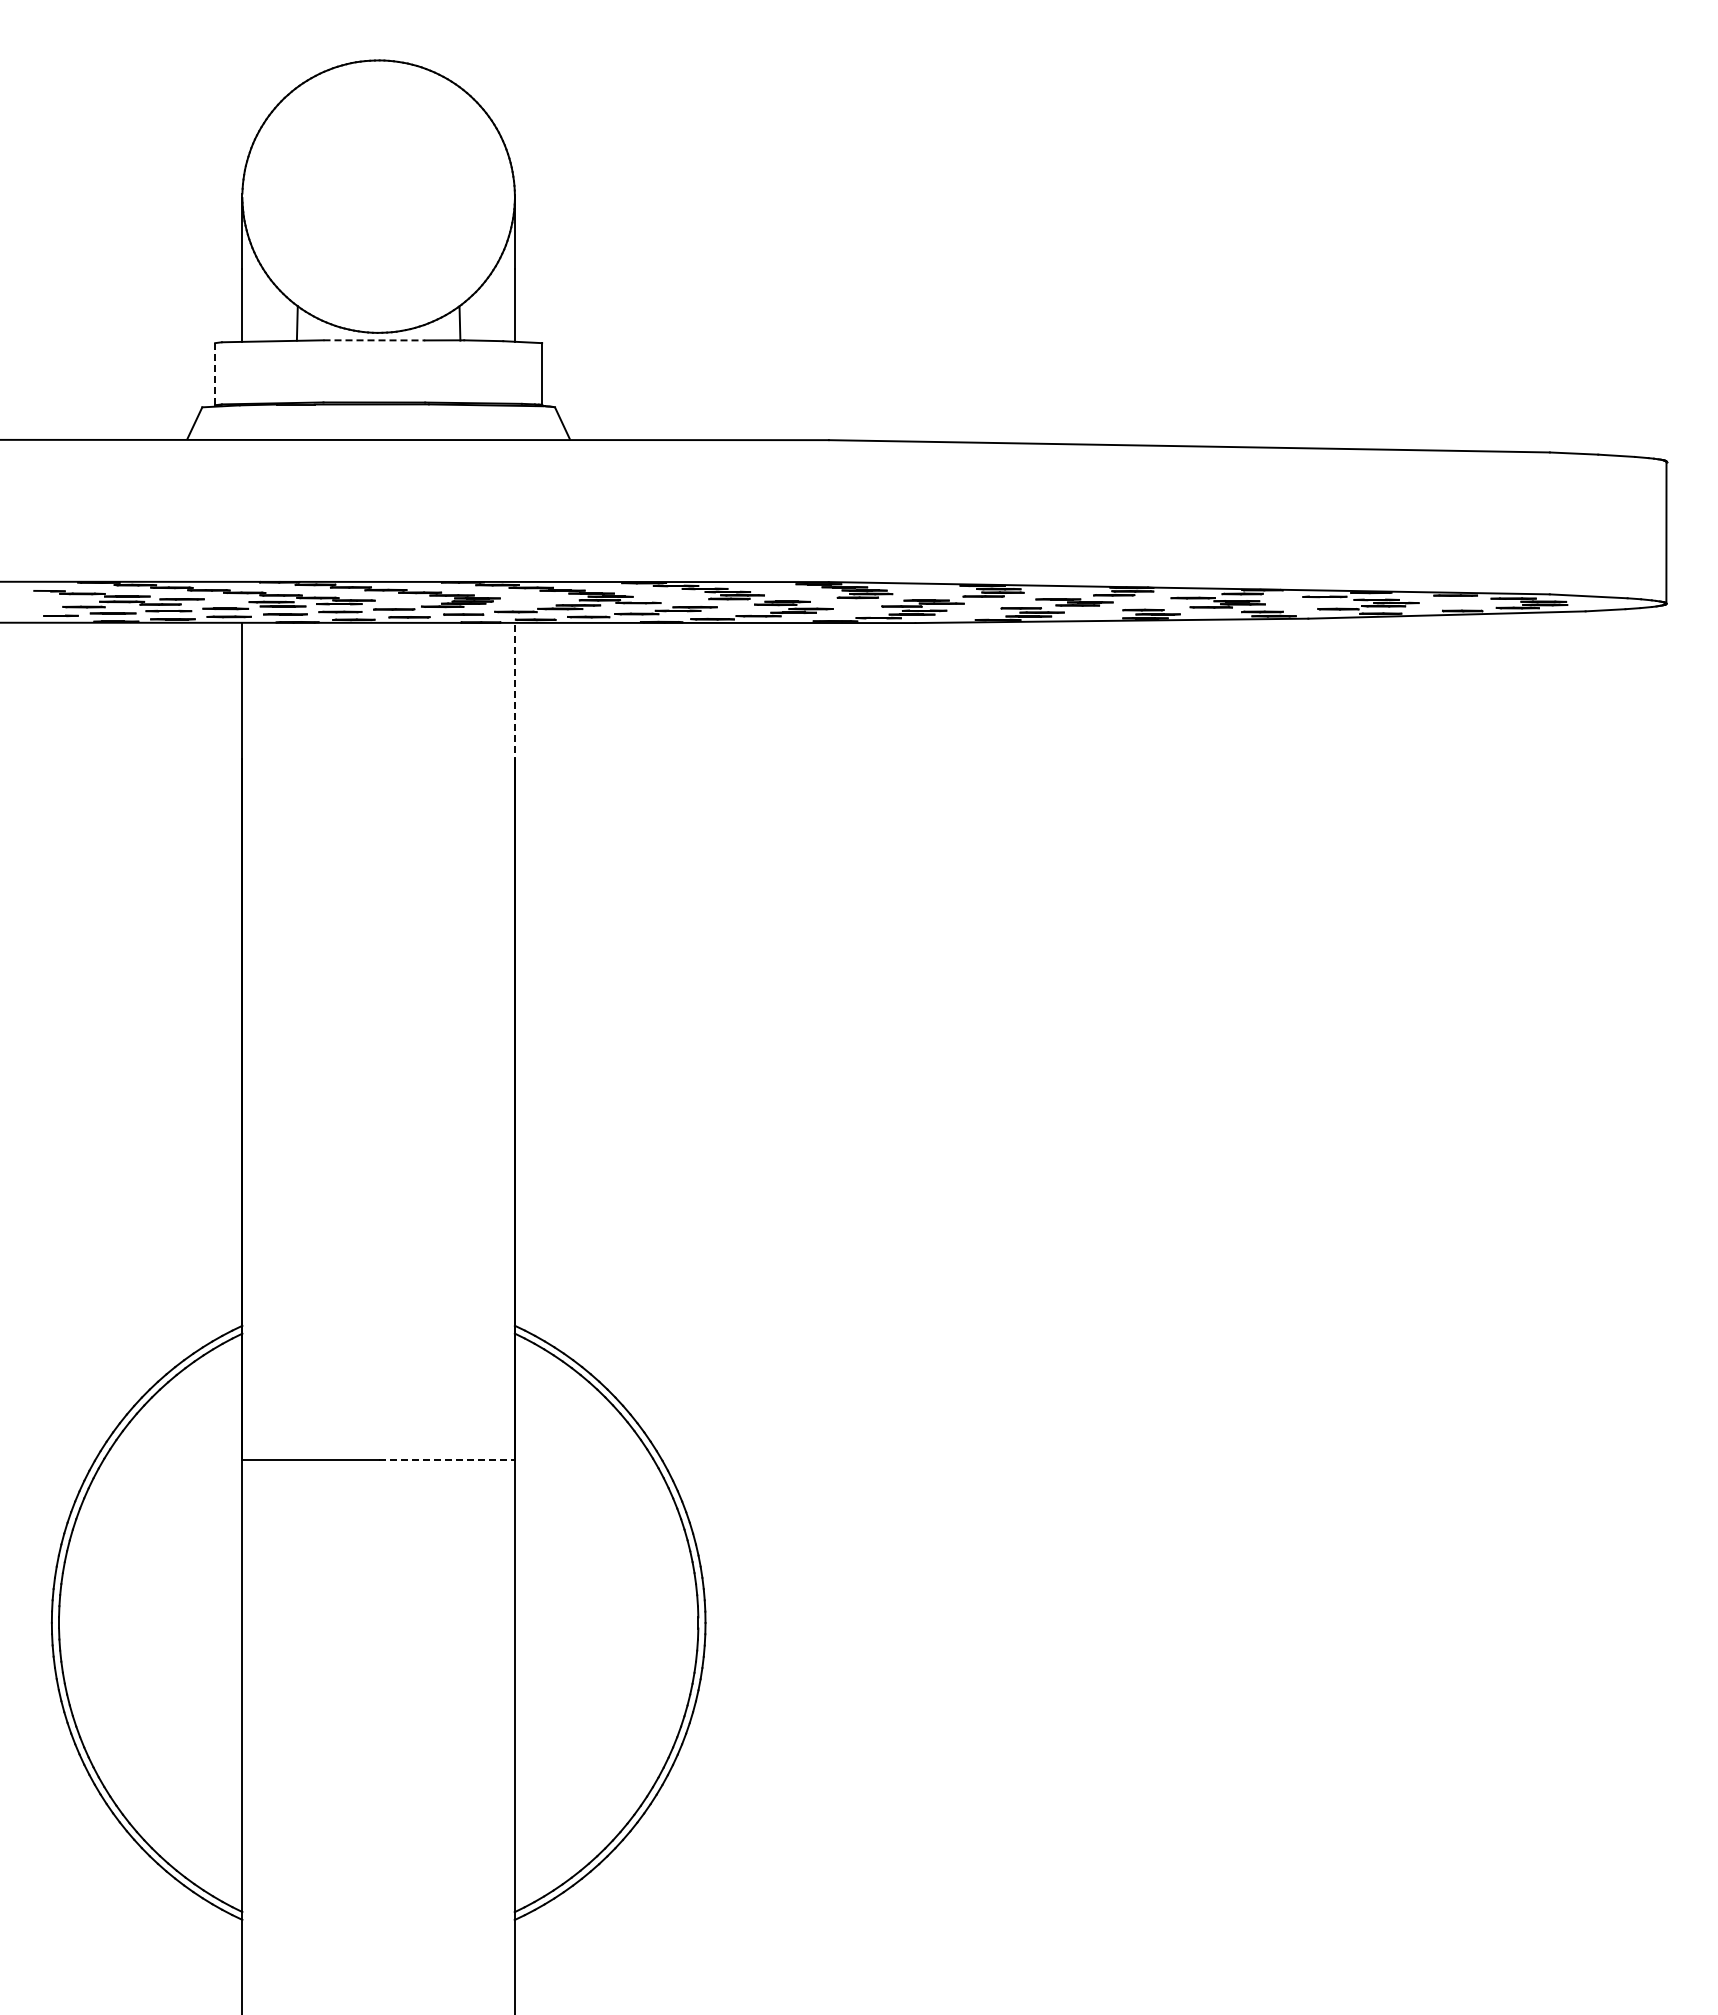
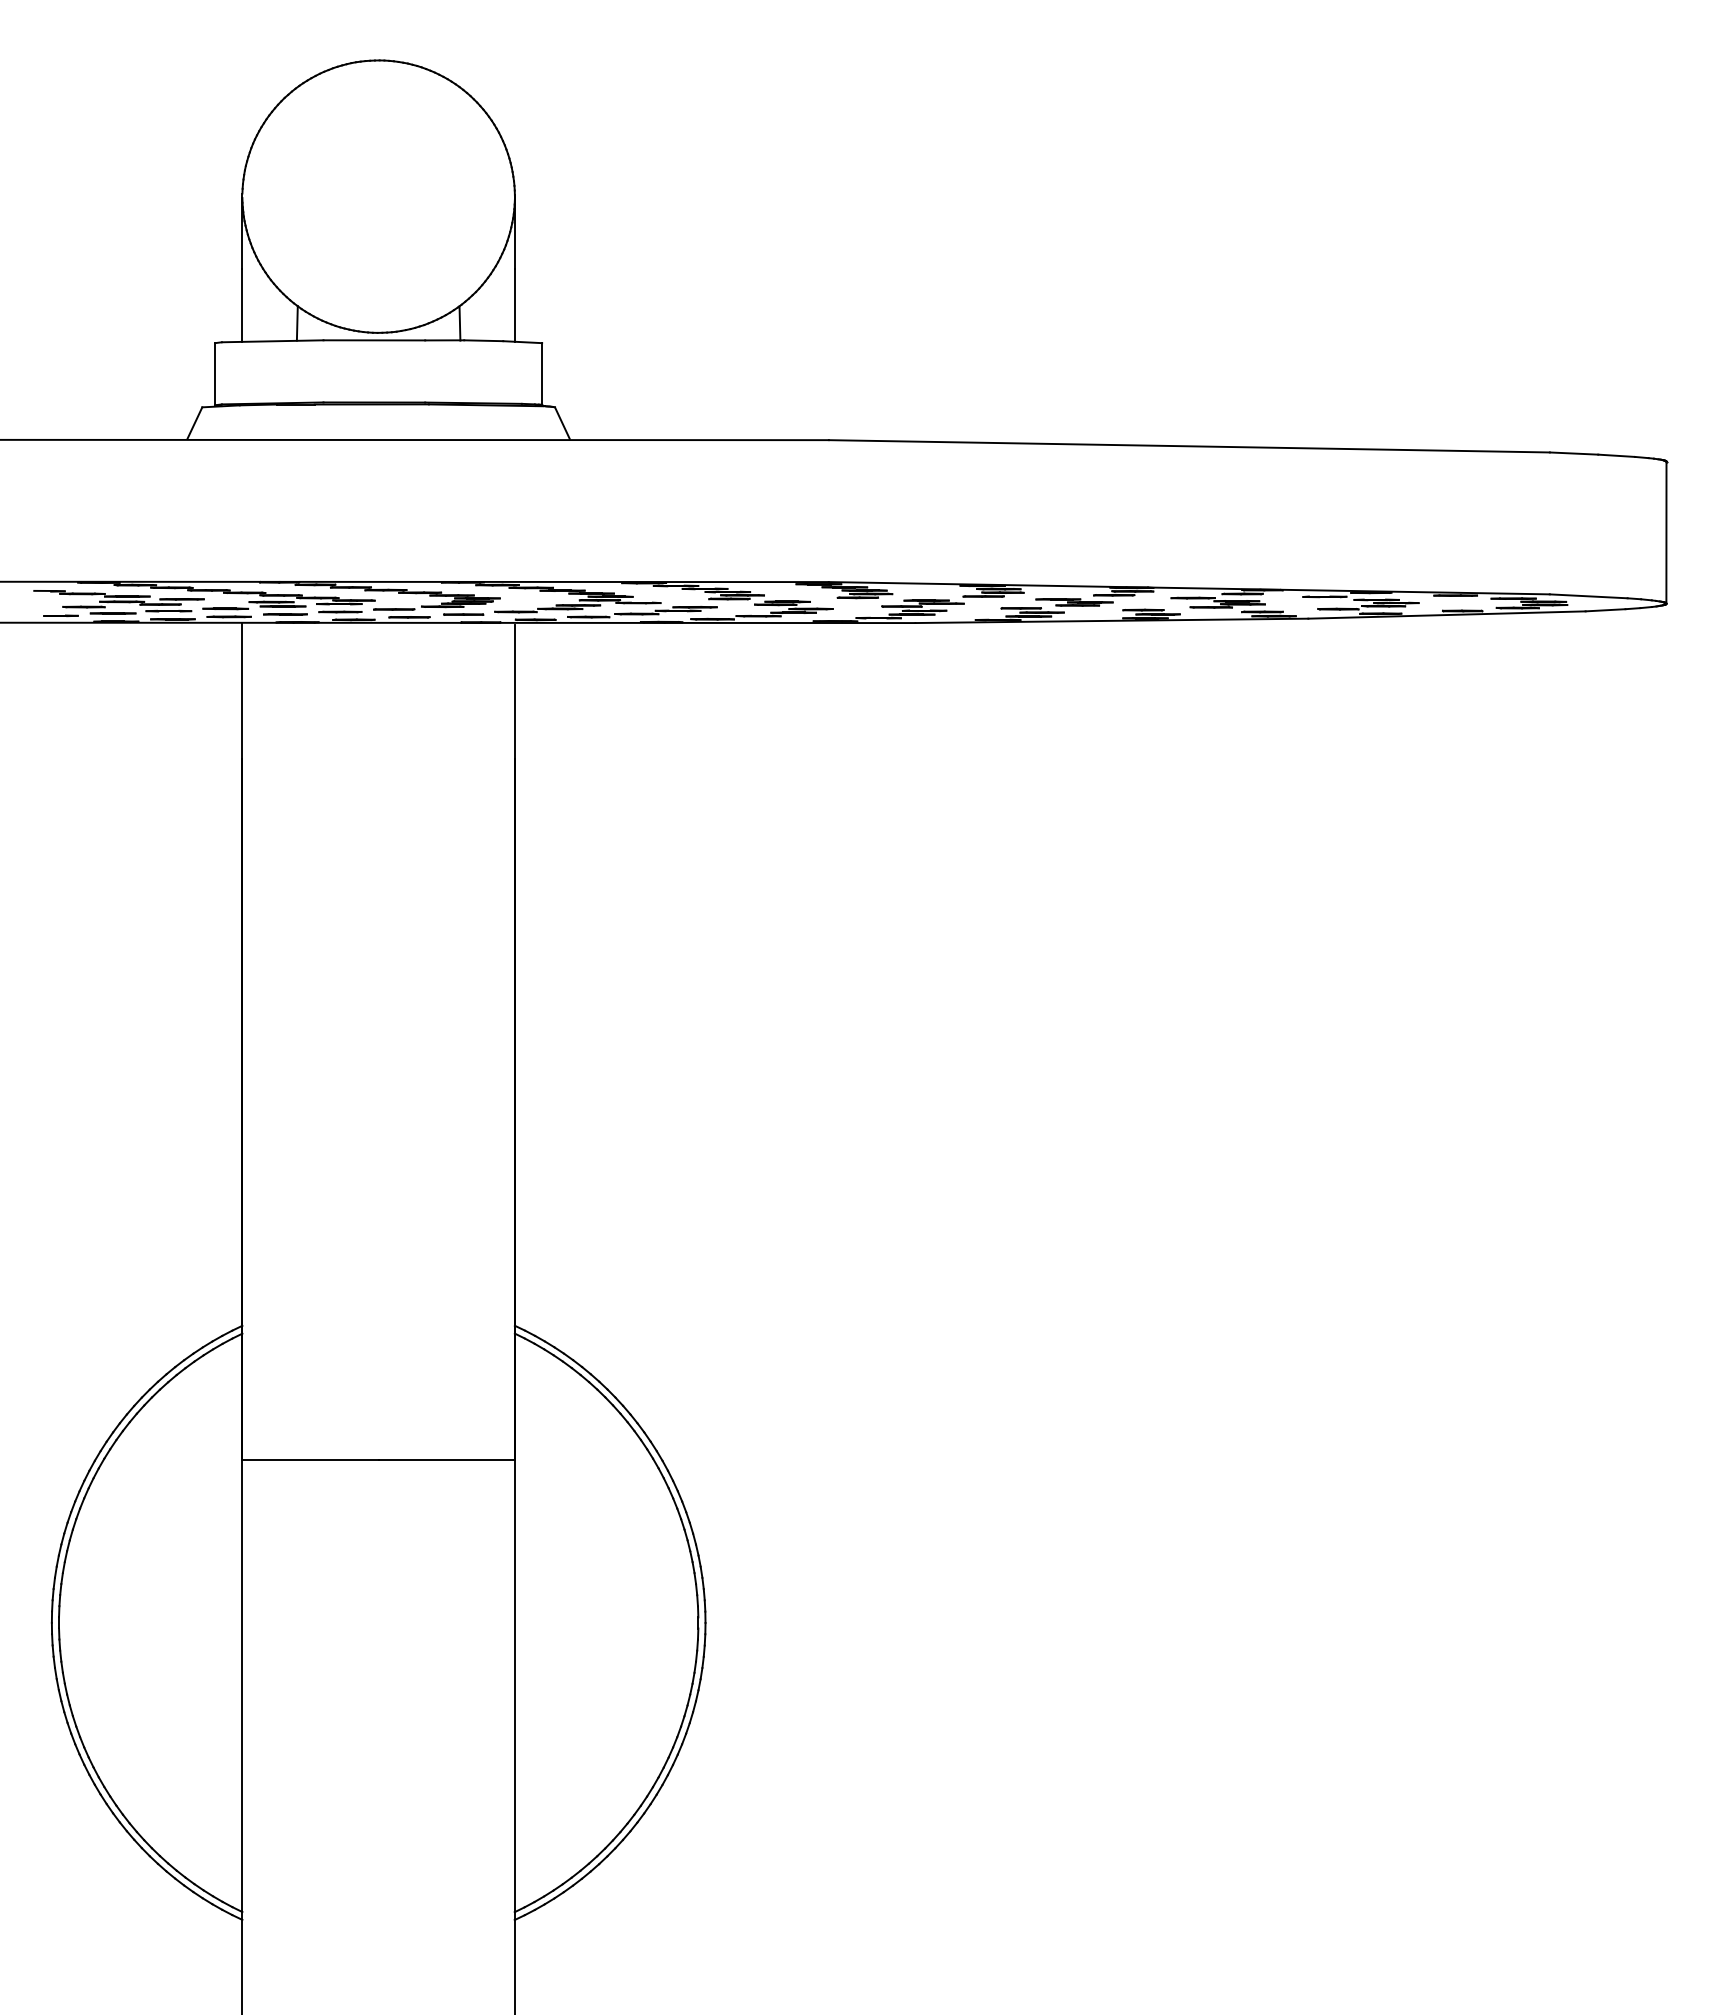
line at (374, 340): dashed -> solid
line at (215, 373): dashed -> solid
line at (514, 692): dashed -> solid
line at (447, 1459): dashed -> solid
